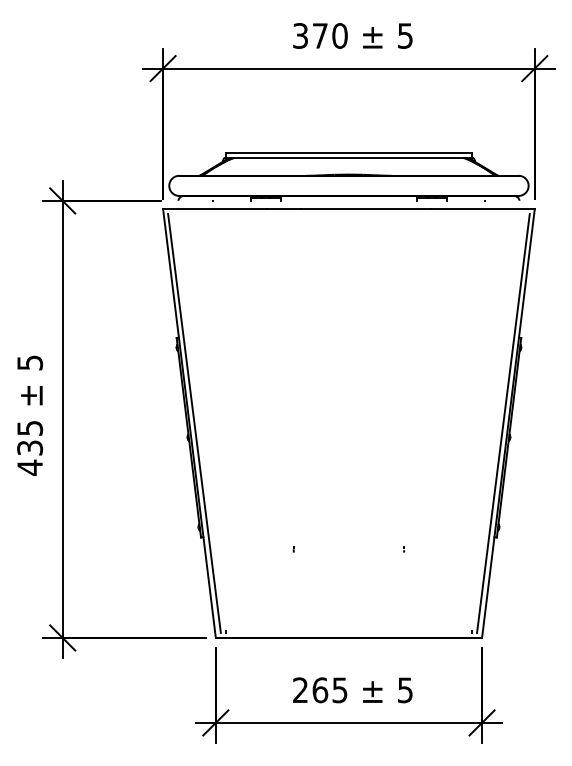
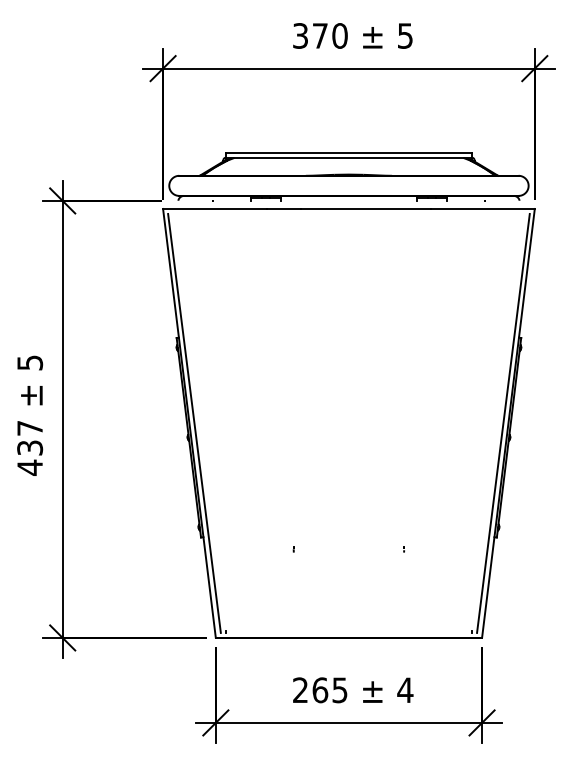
text at (30, 428): 435 -> 437
text at (405, 690): 5 -> 4
